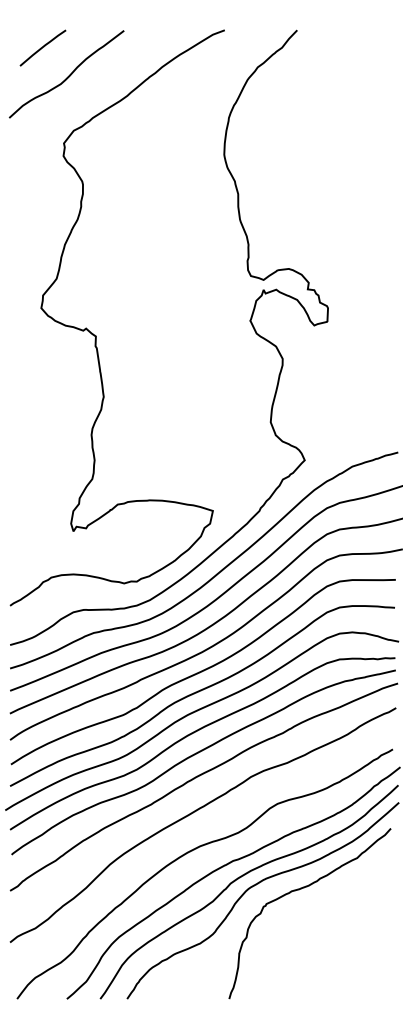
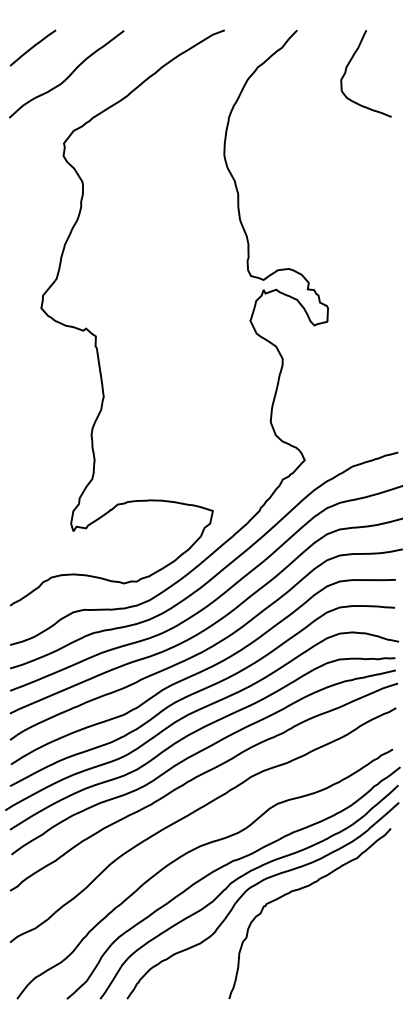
curve at (42, 47) position: (42, 47) -> (32, 47)
curve at (349, 64): none -> present
